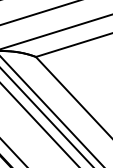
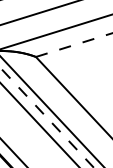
line at (74, 45): solid -> dashed
line at (47, 118): solid -> dashed
